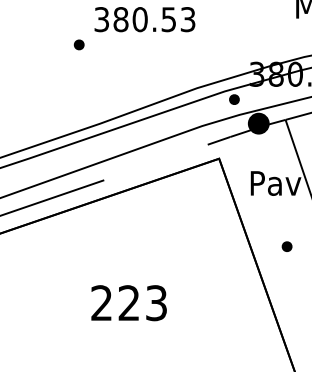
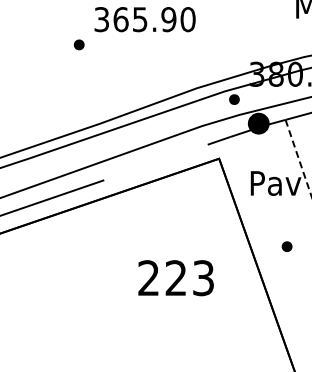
text at (154, 19): 380.53 -> 365.90
line at (298, 158): solid -> dashed
text at (128, 303) position: (128, 303) -> (175, 278)
